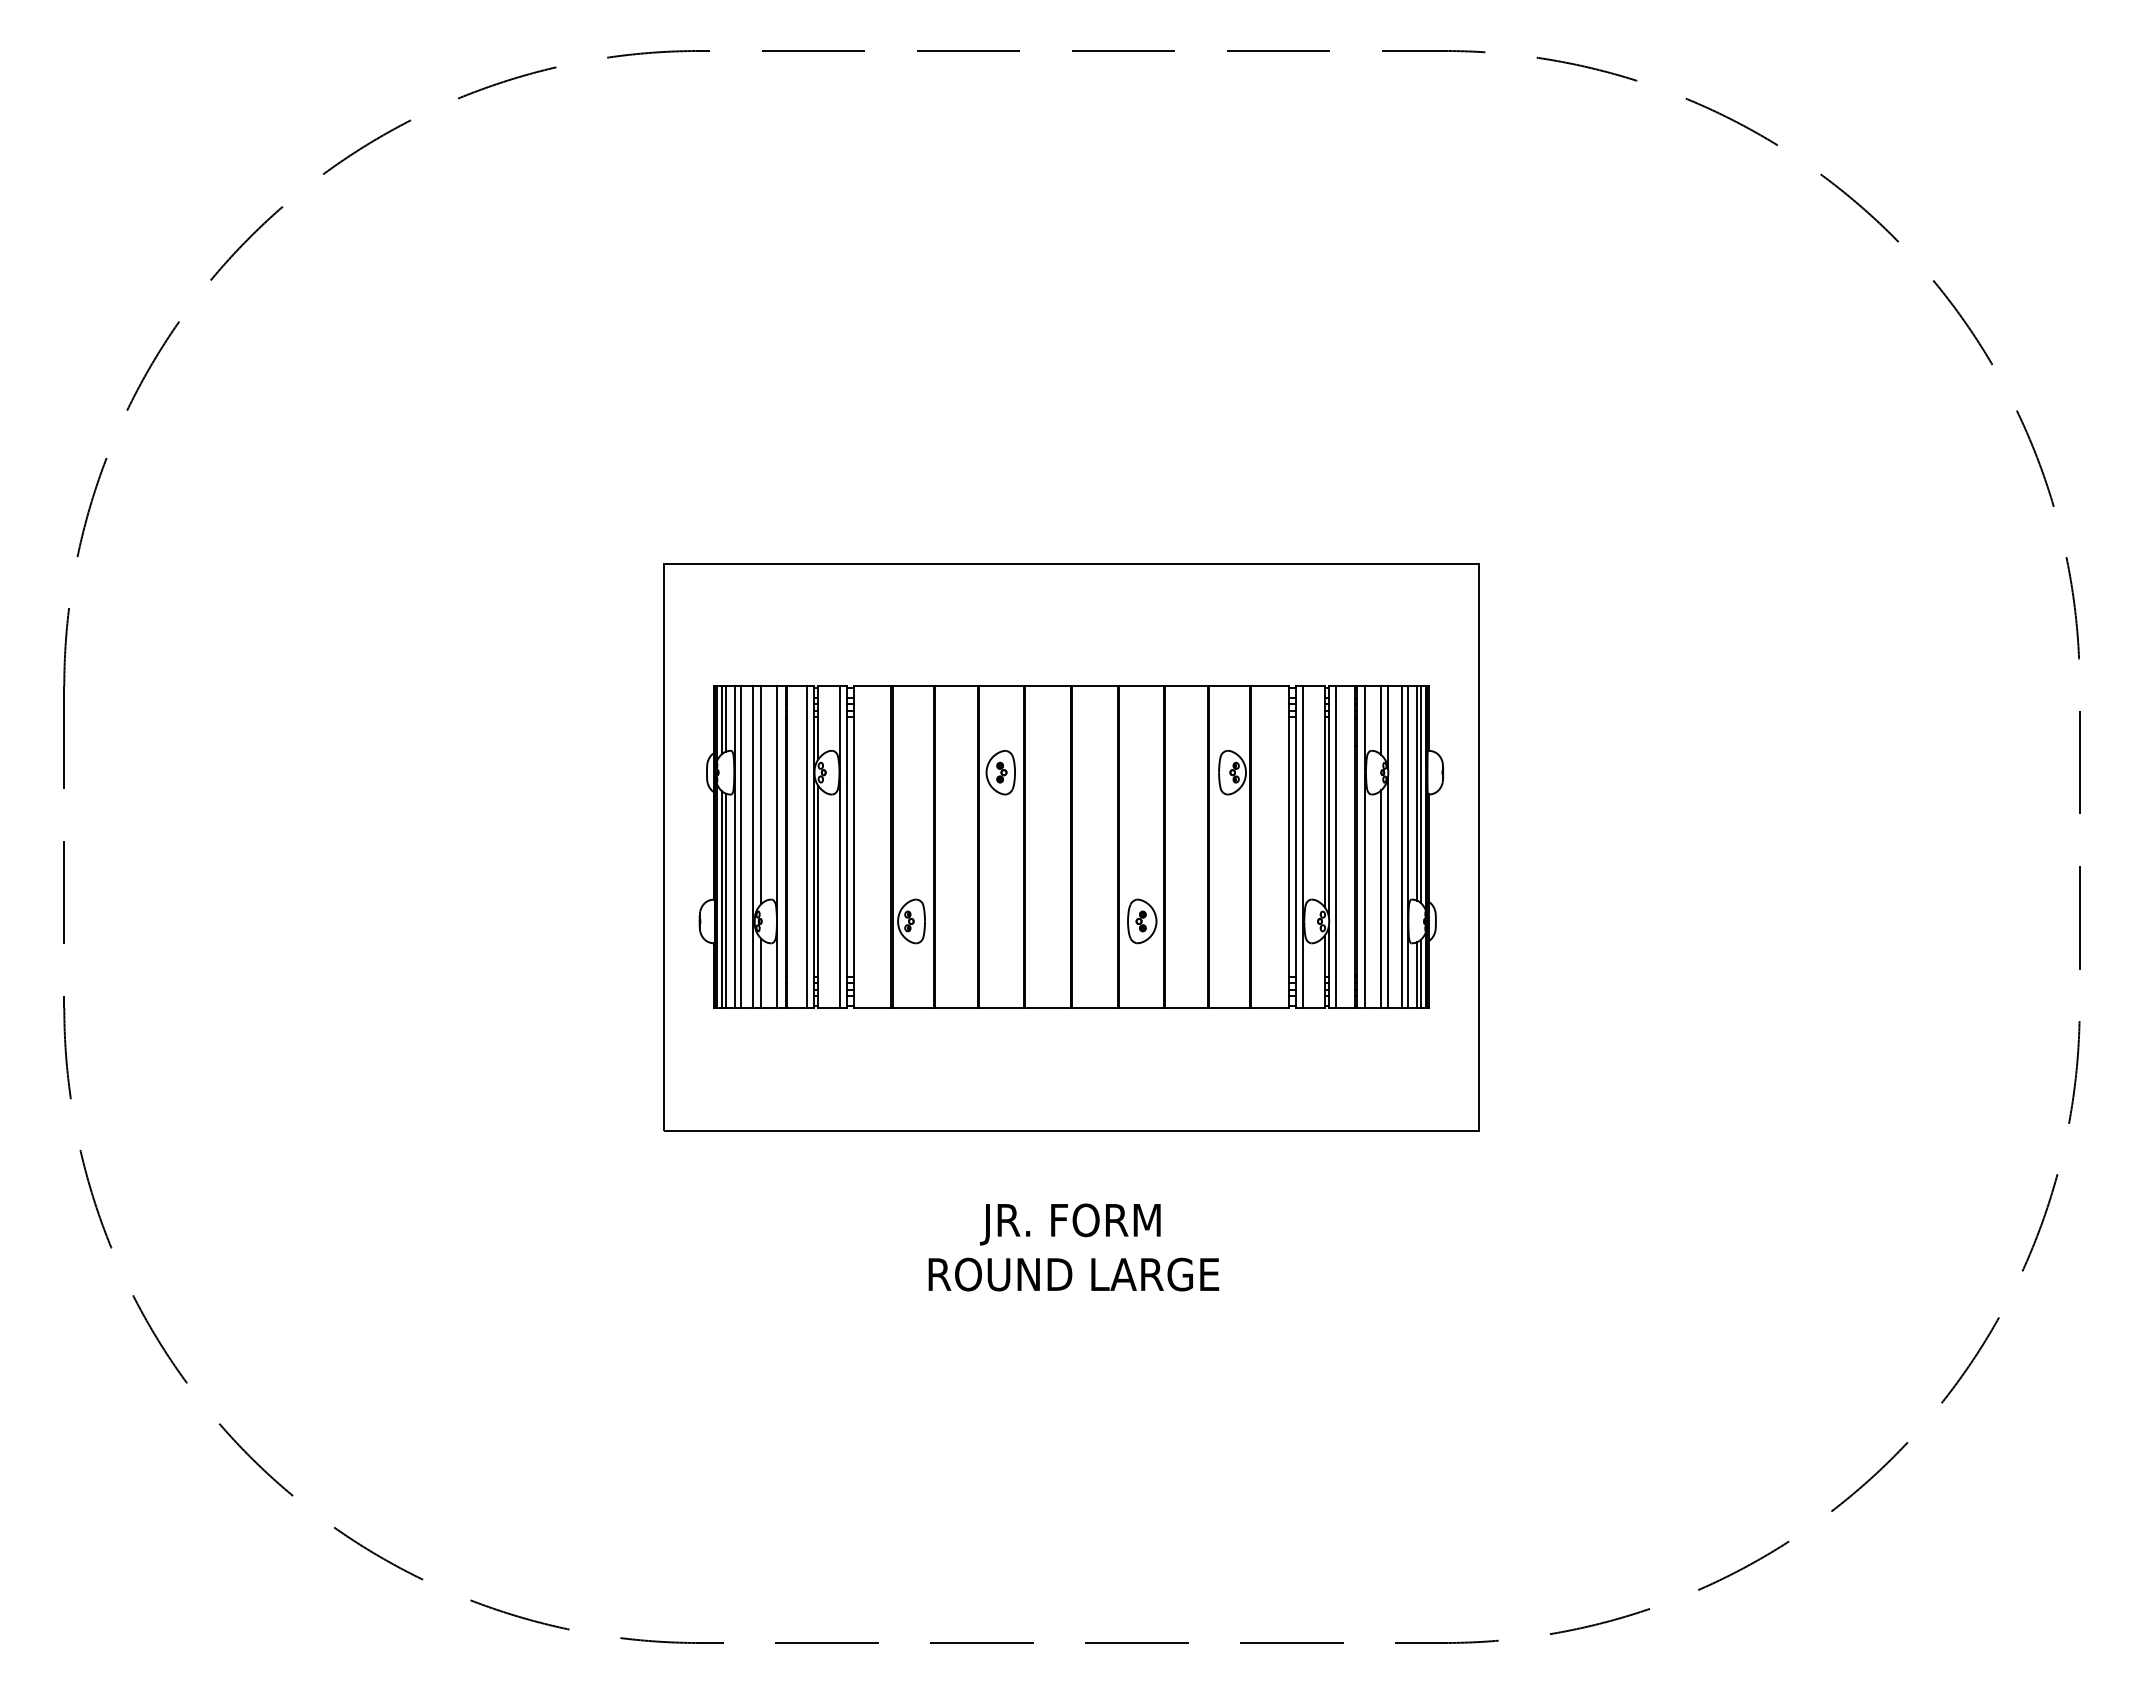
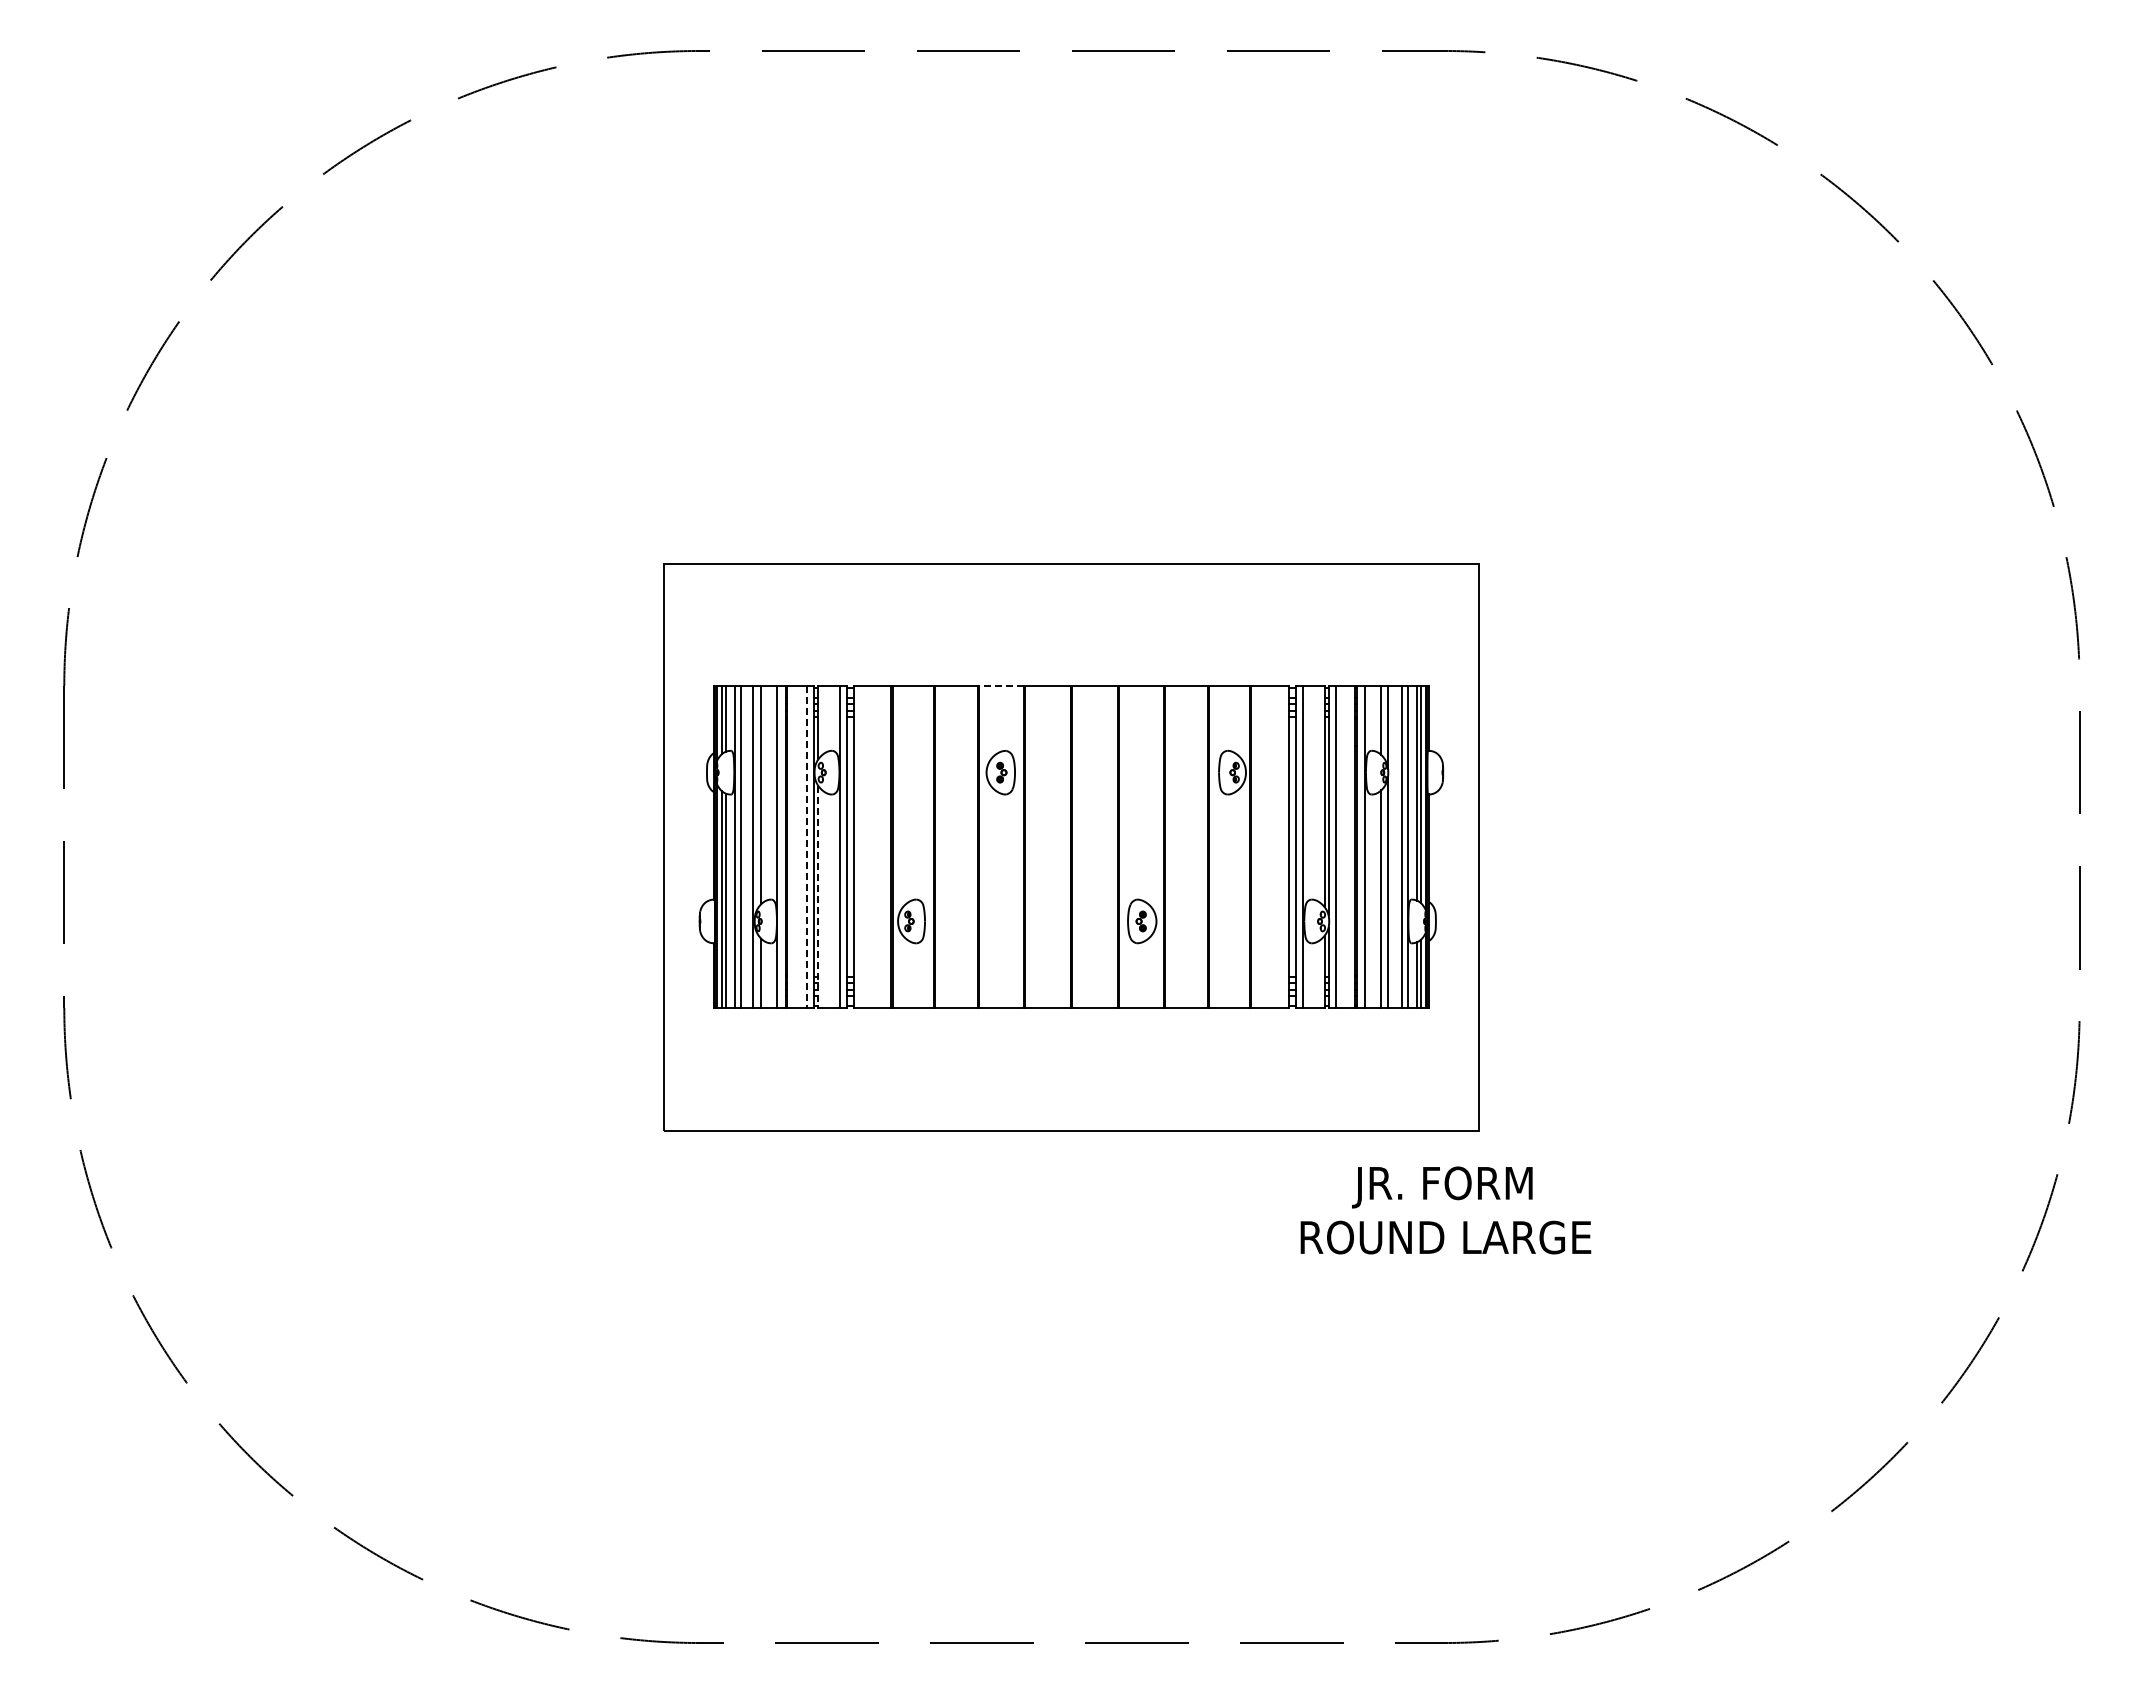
line at (1001, 685): solid -> dashed
line at (806, 847): solid -> dashed
line at (818, 897): solid -> dashed
text at (1073, 1247) position: (1073, 1247) -> (1445, 1210)
